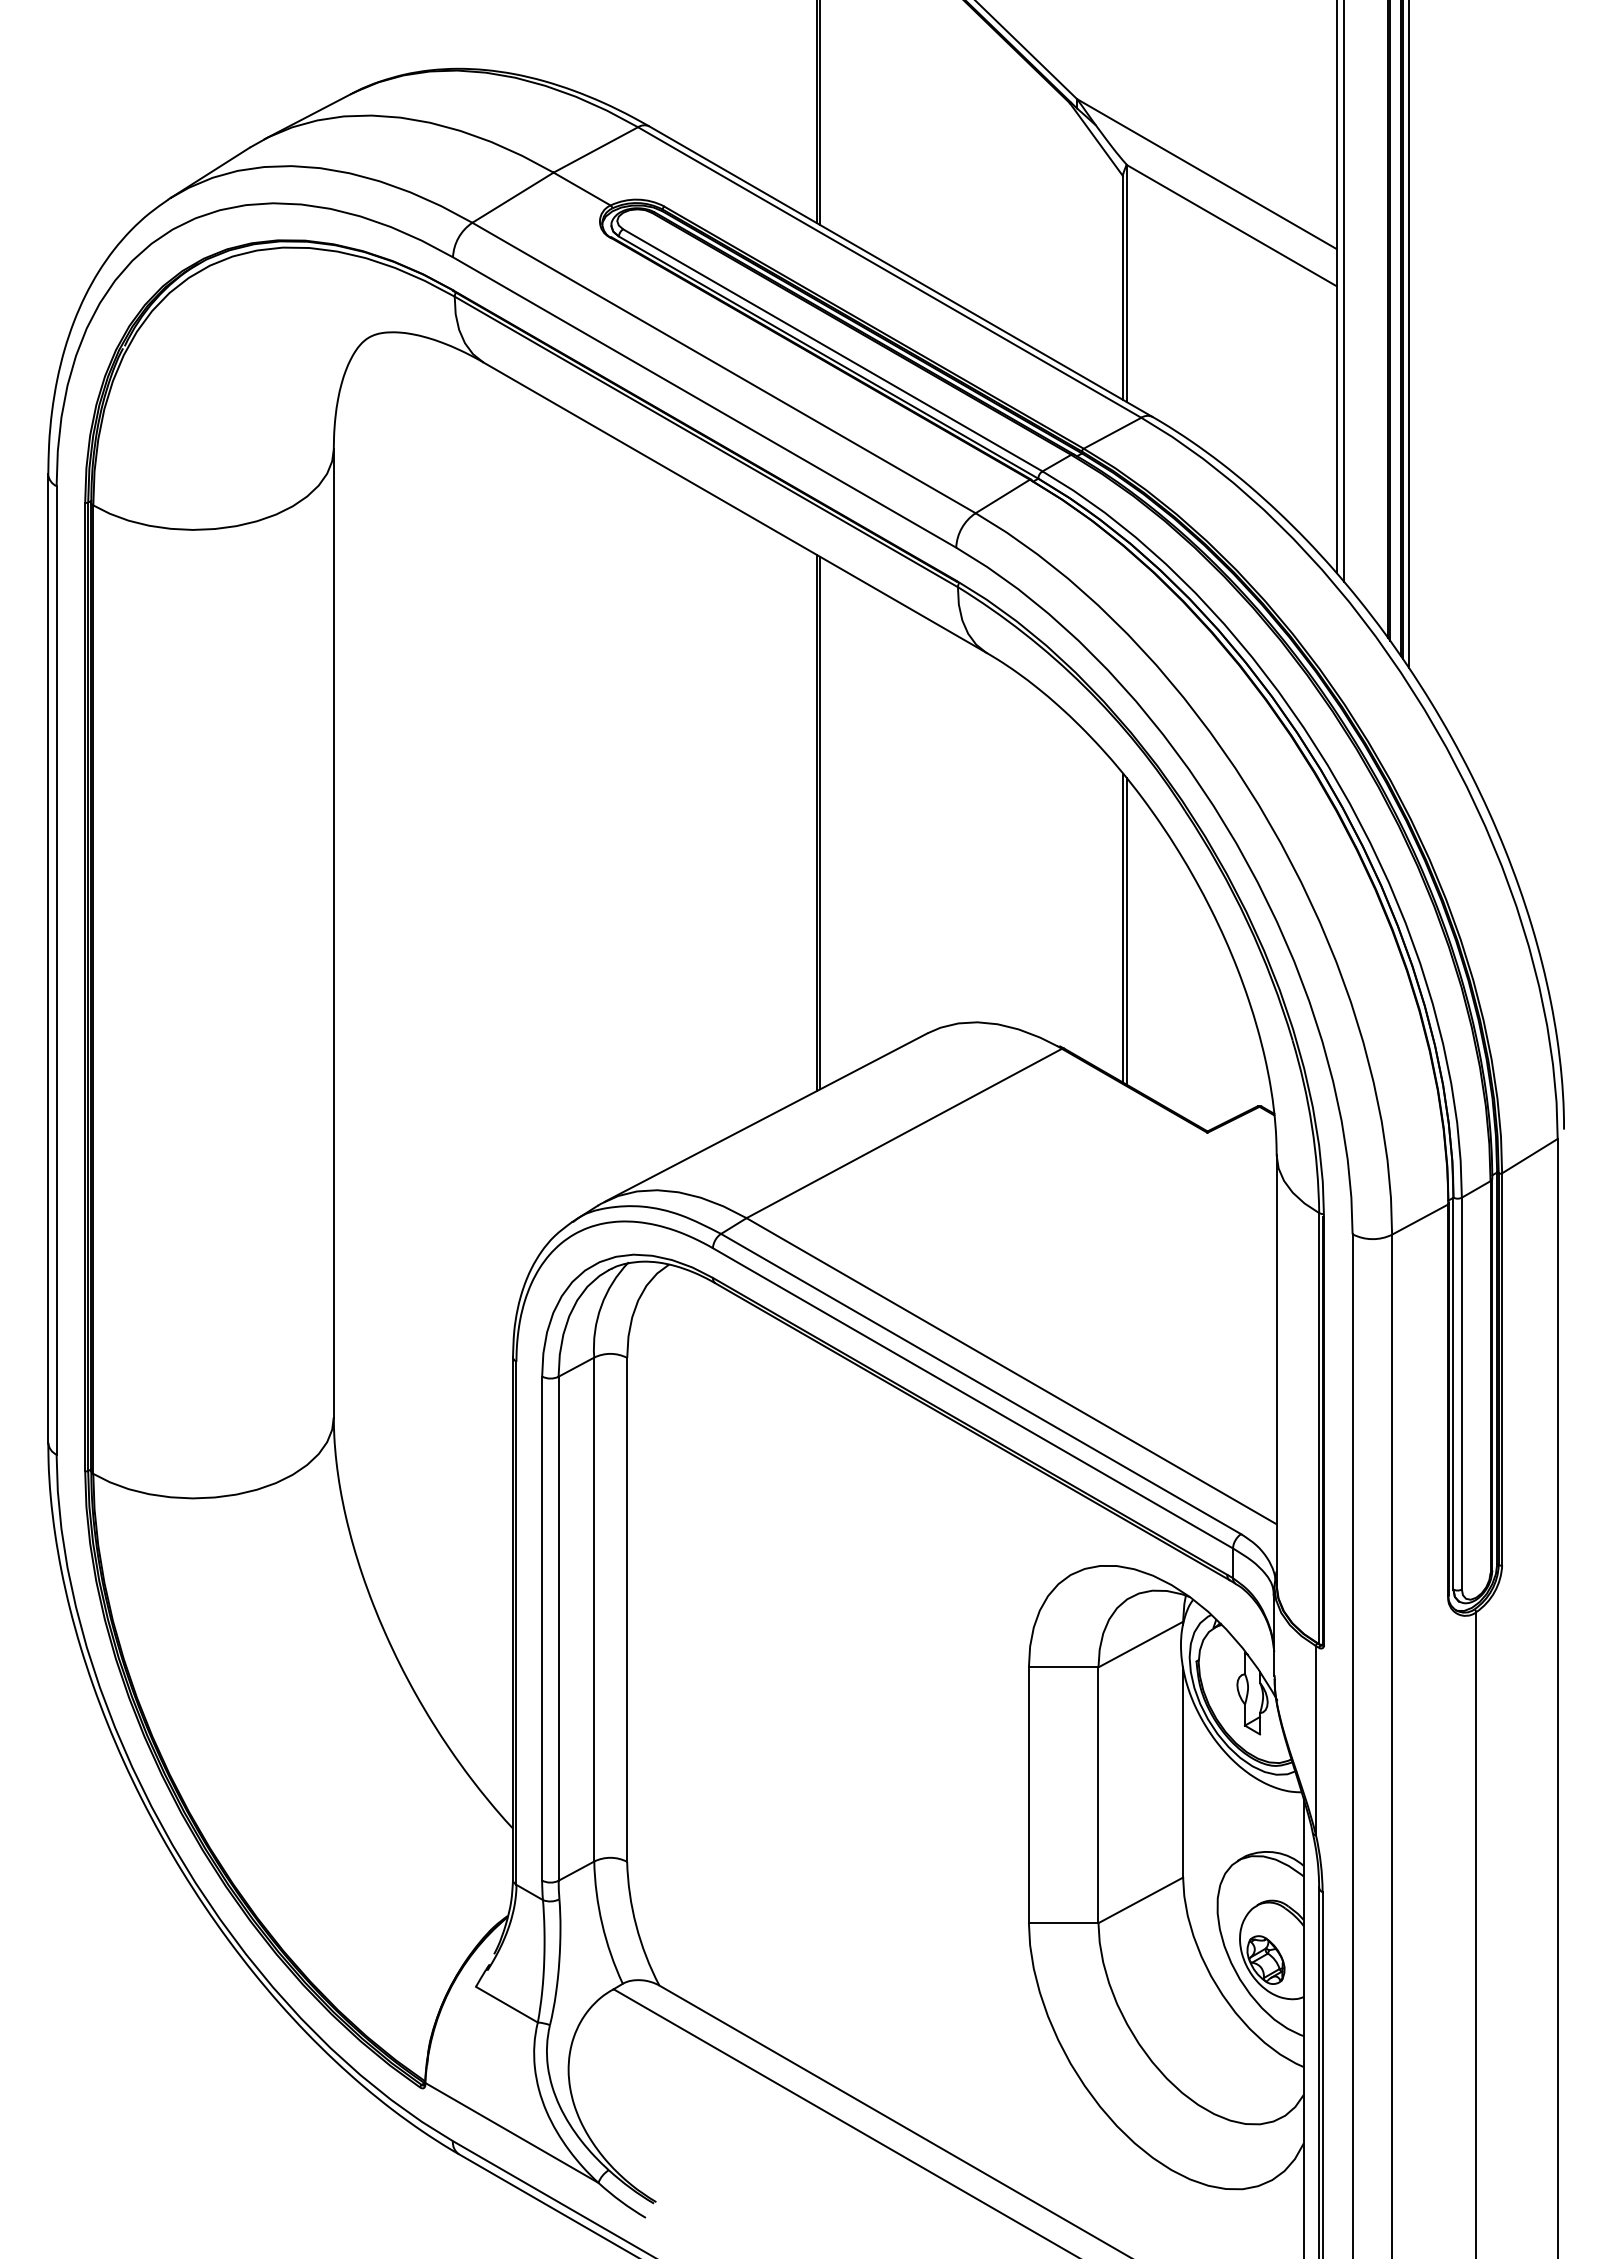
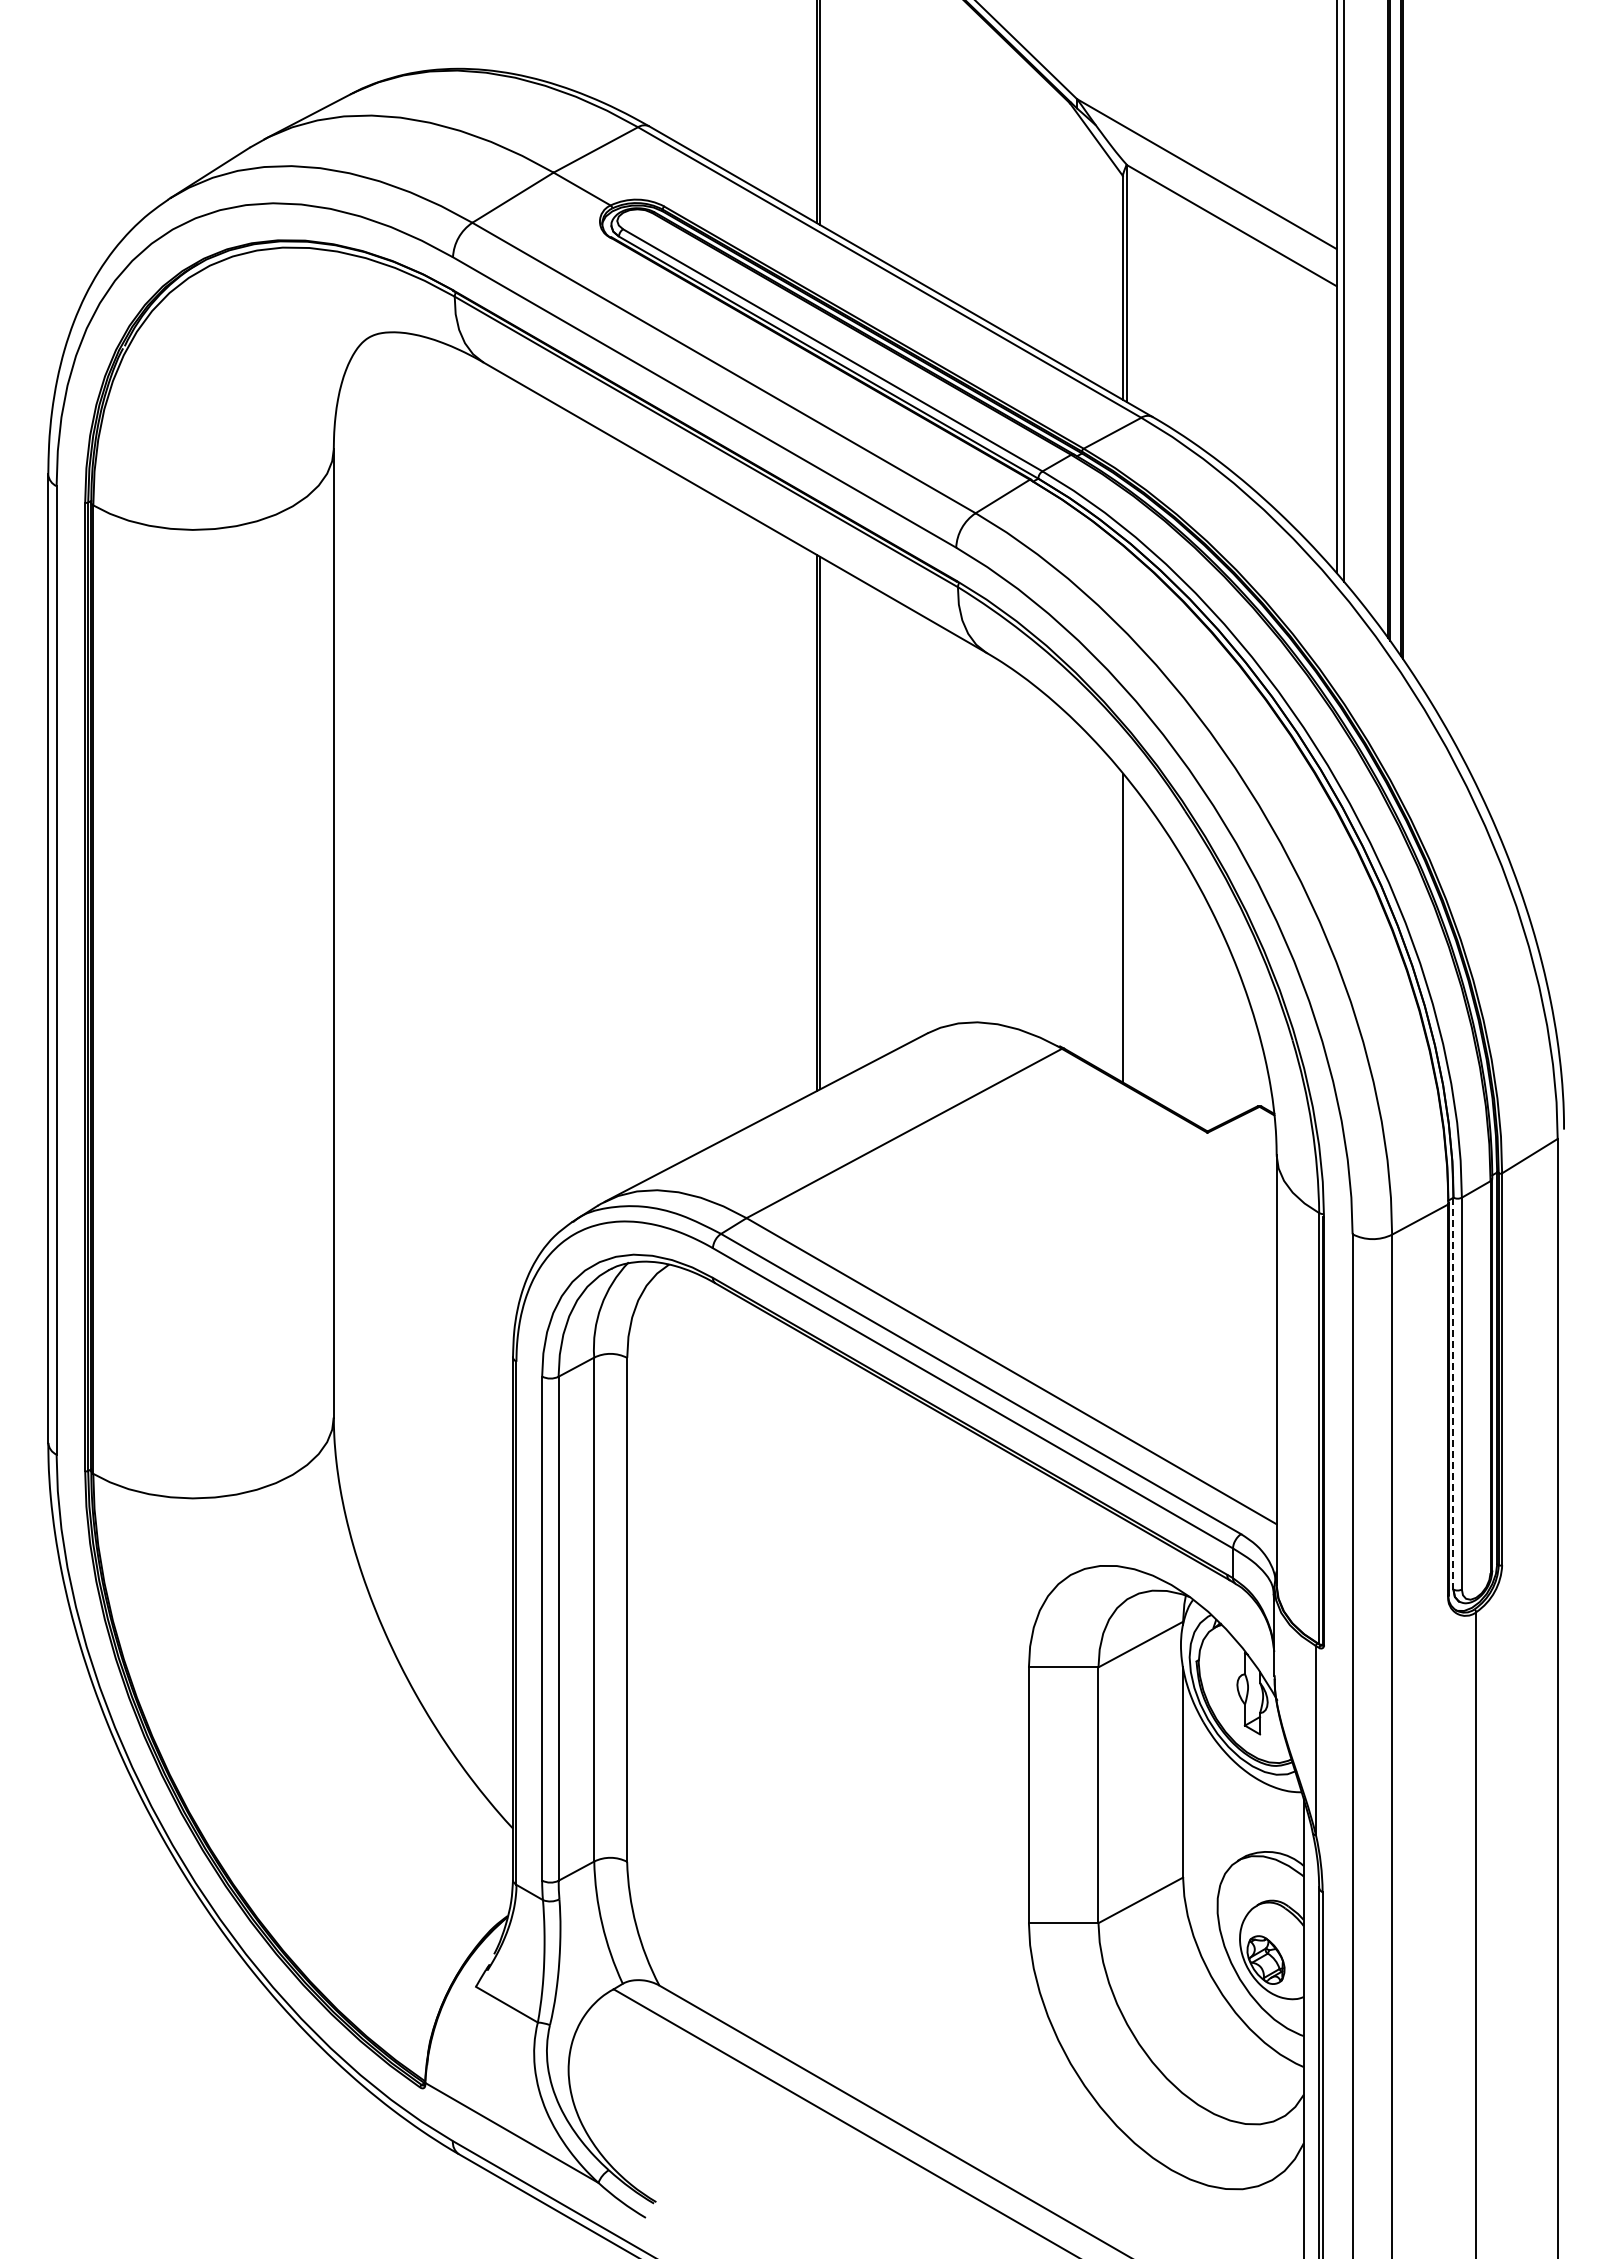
line at (1409, 335): present -> none
line at (1126, 930): present -> none
line at (1453, 1393): solid -> dashed
